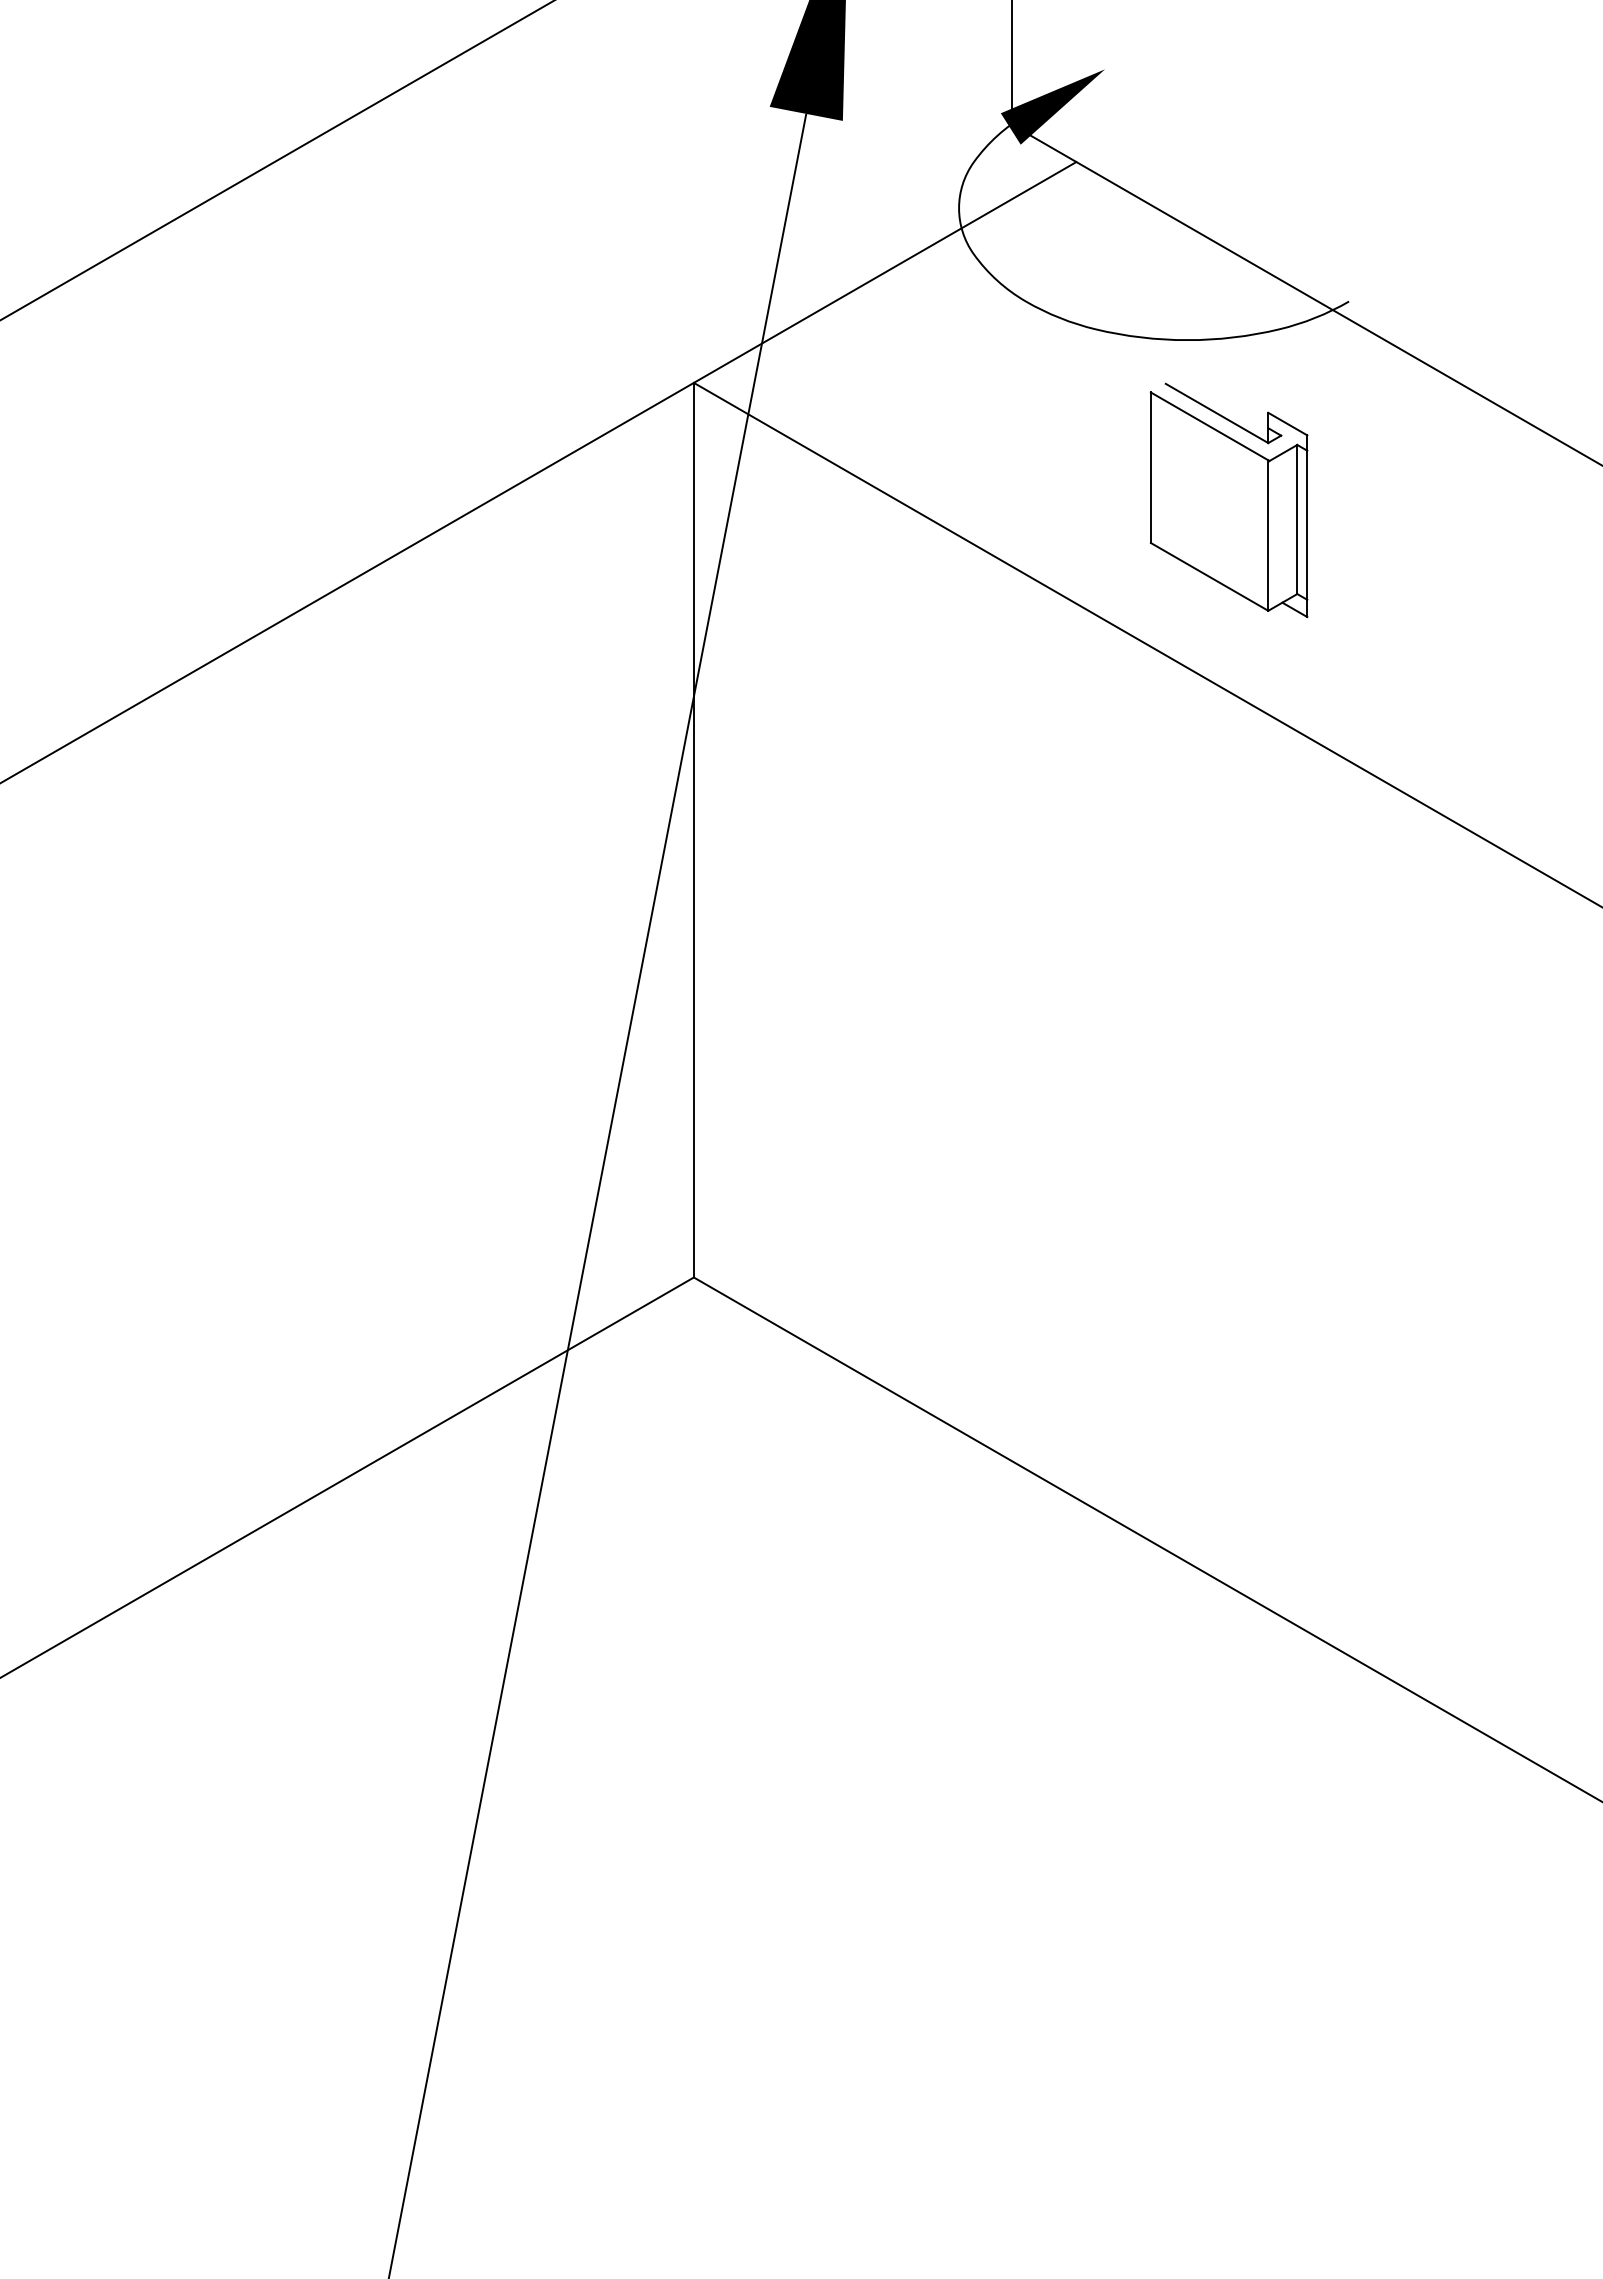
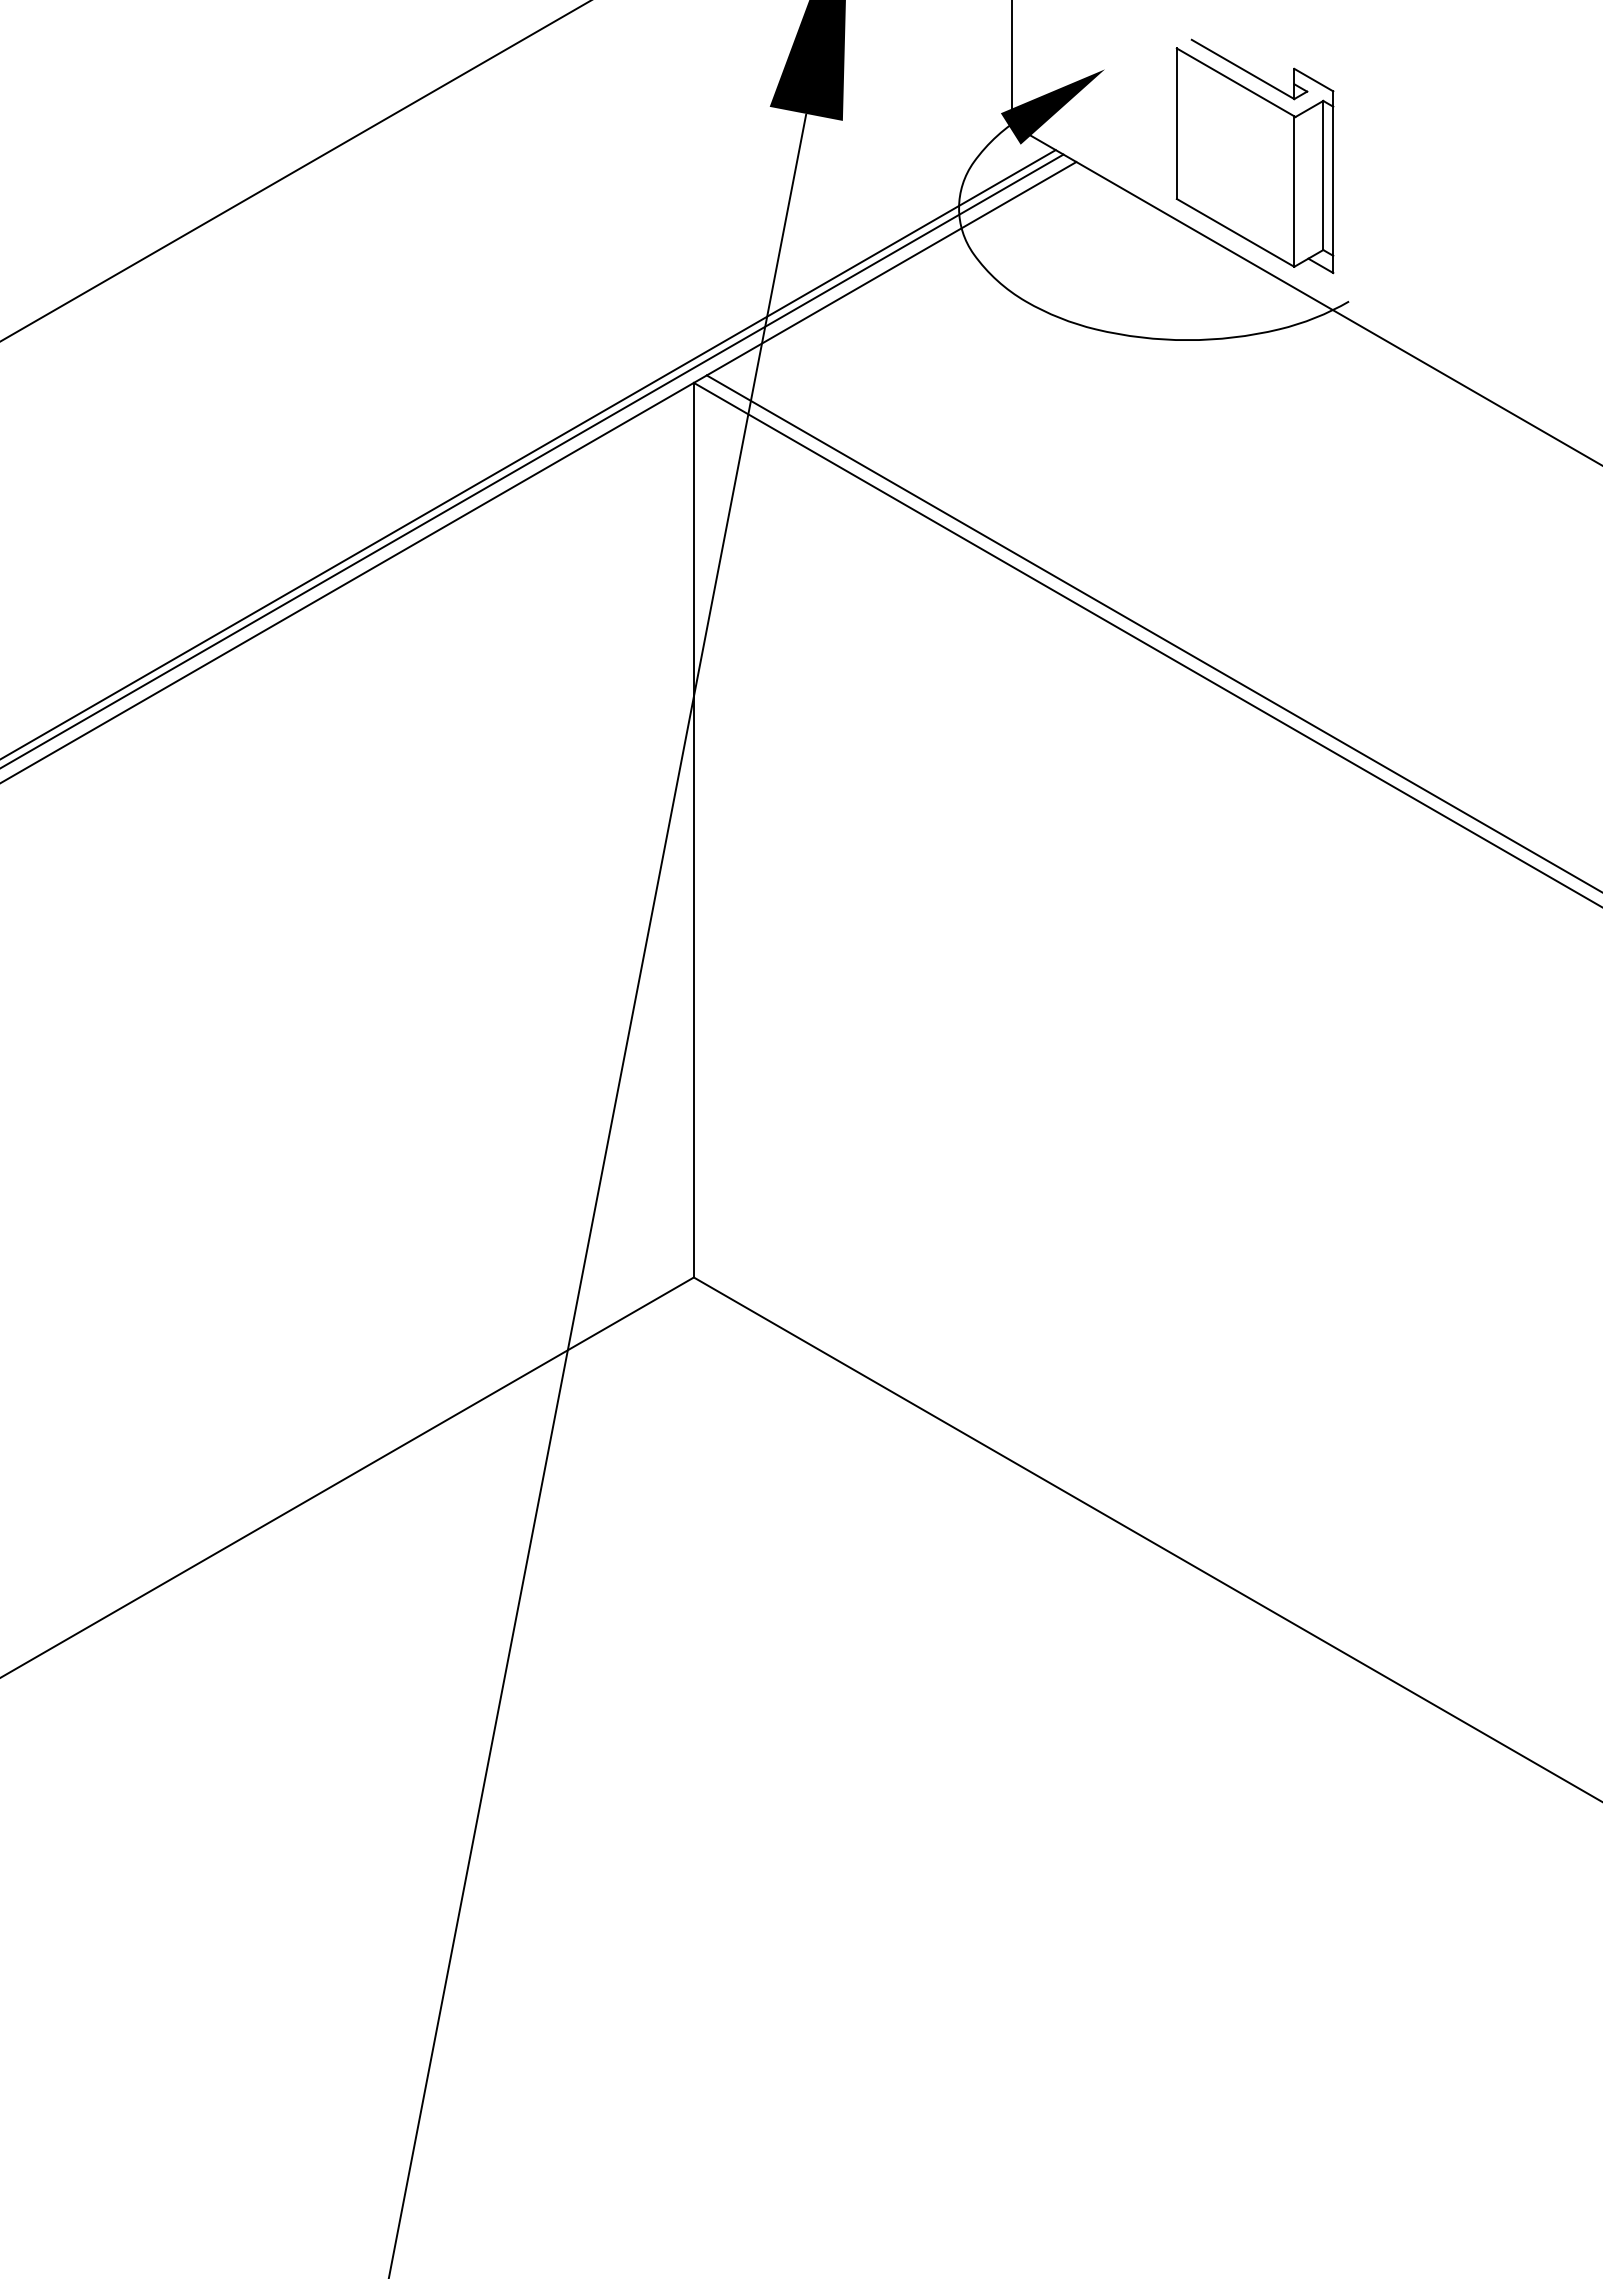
line at (276, 160) position: (276, 160) -> (295, 171)
line at (528, 454): none -> present
line at (532, 460): none -> present
part at (1228, 500) position: (1228, 500) -> (1254, 156)
line at (1152, 633): none -> present
